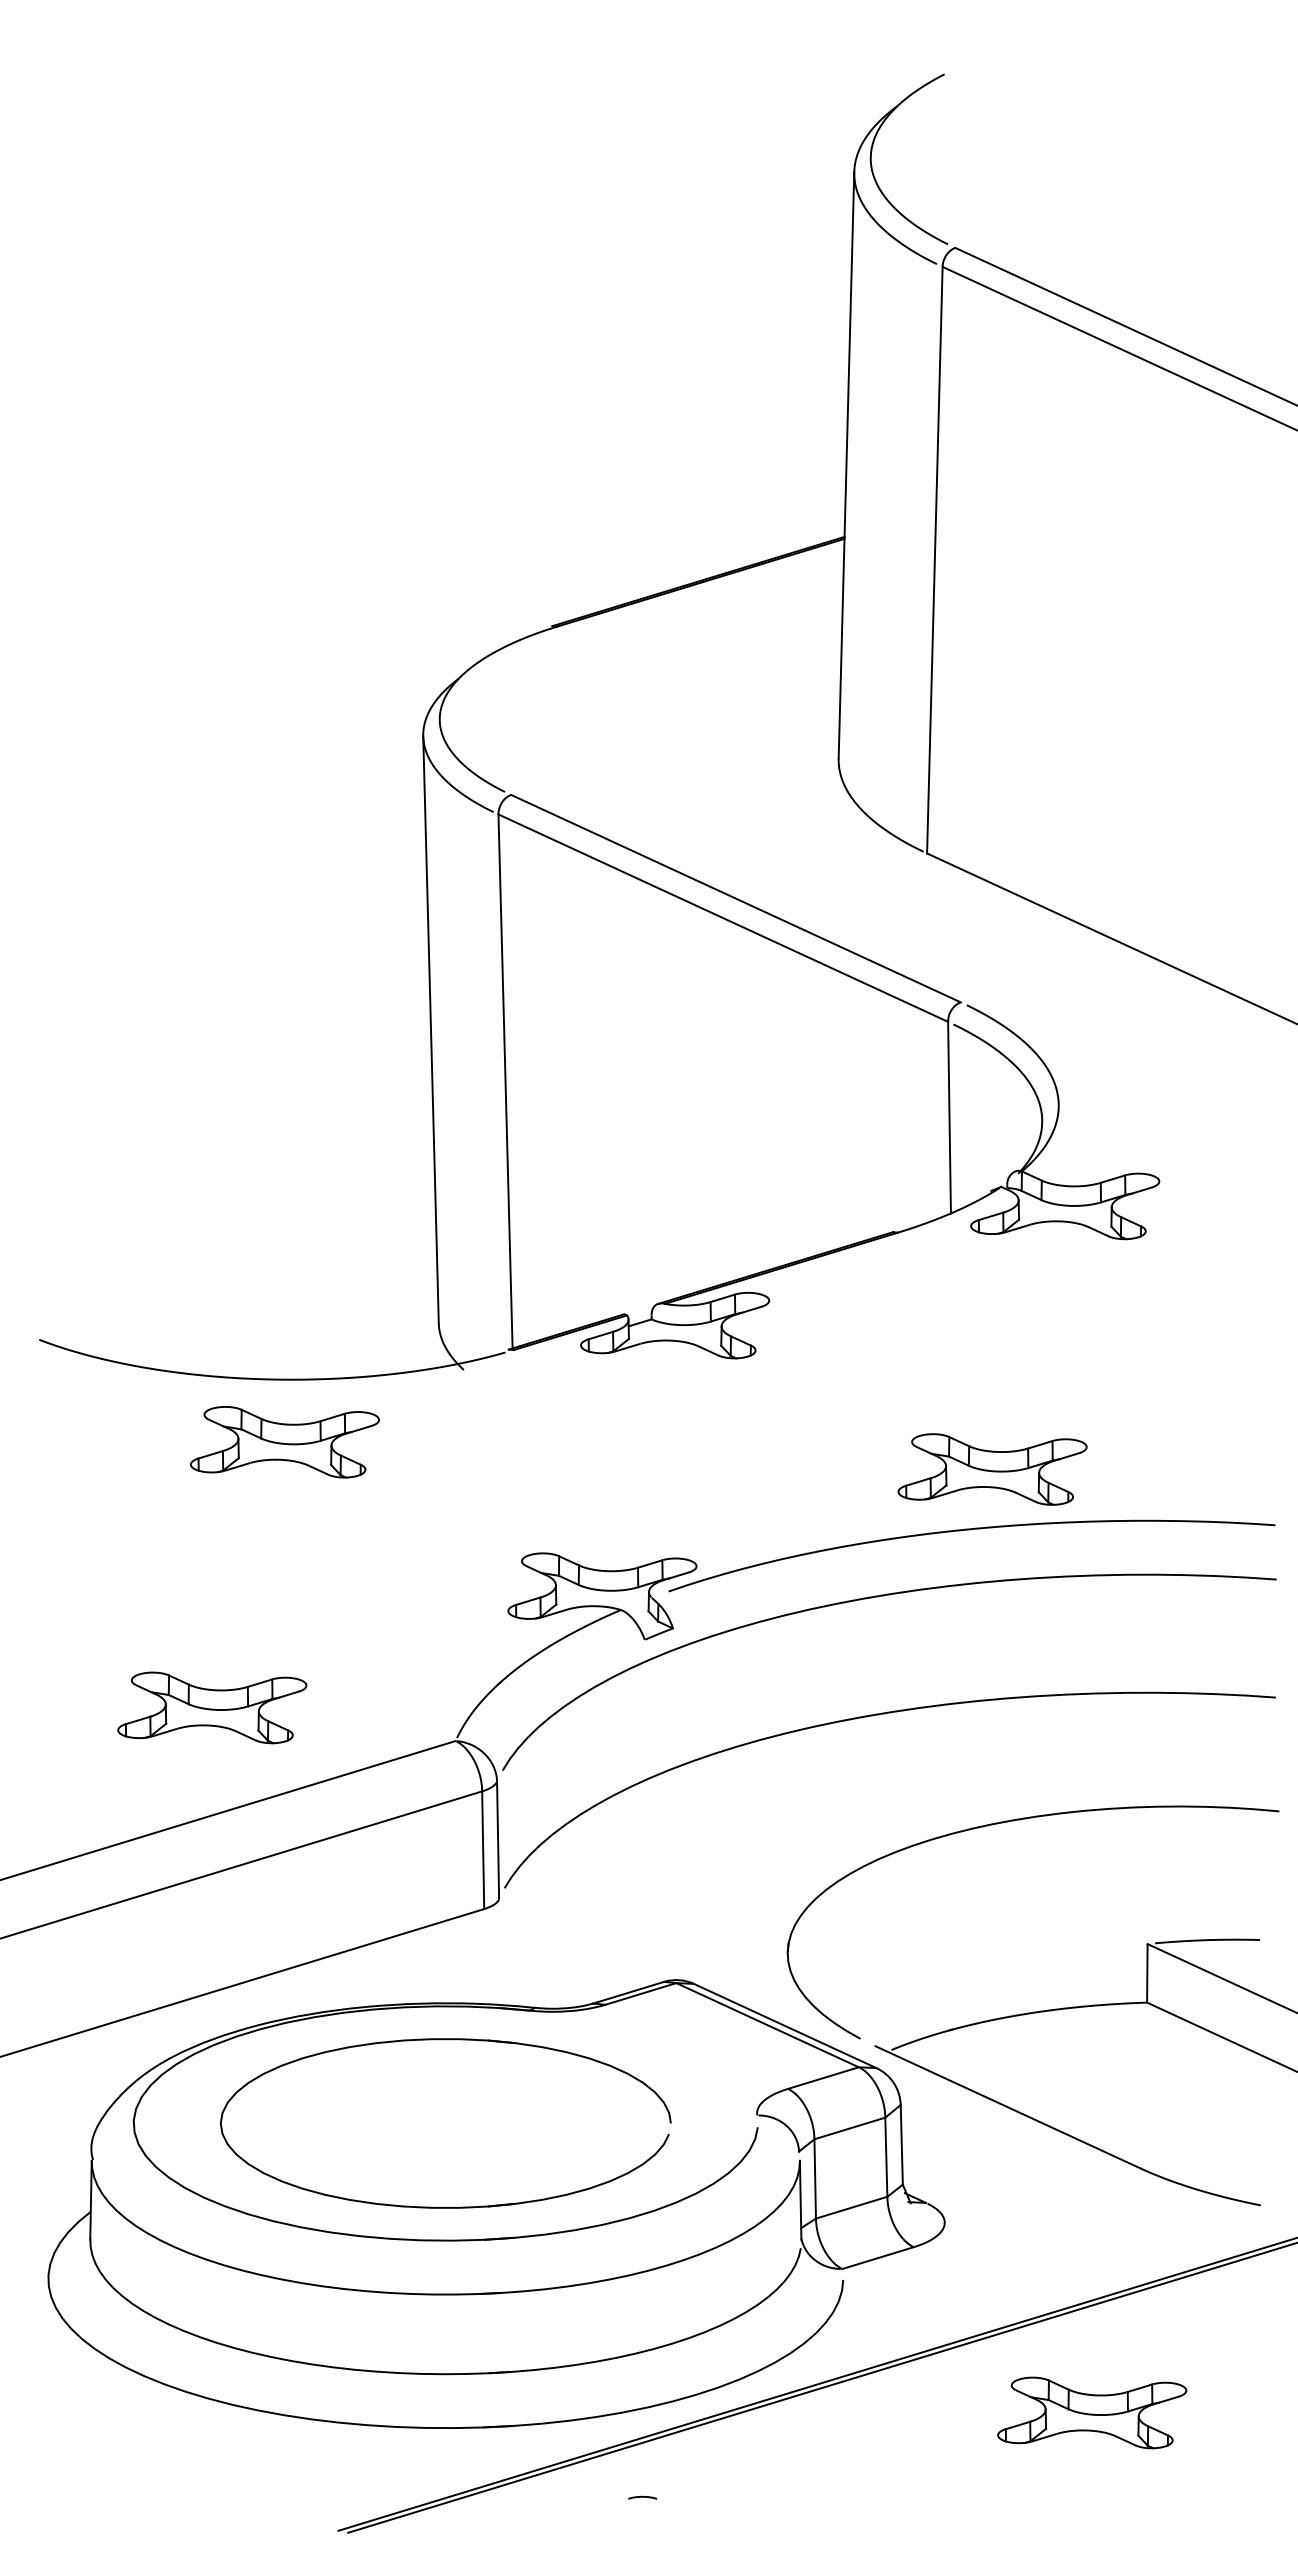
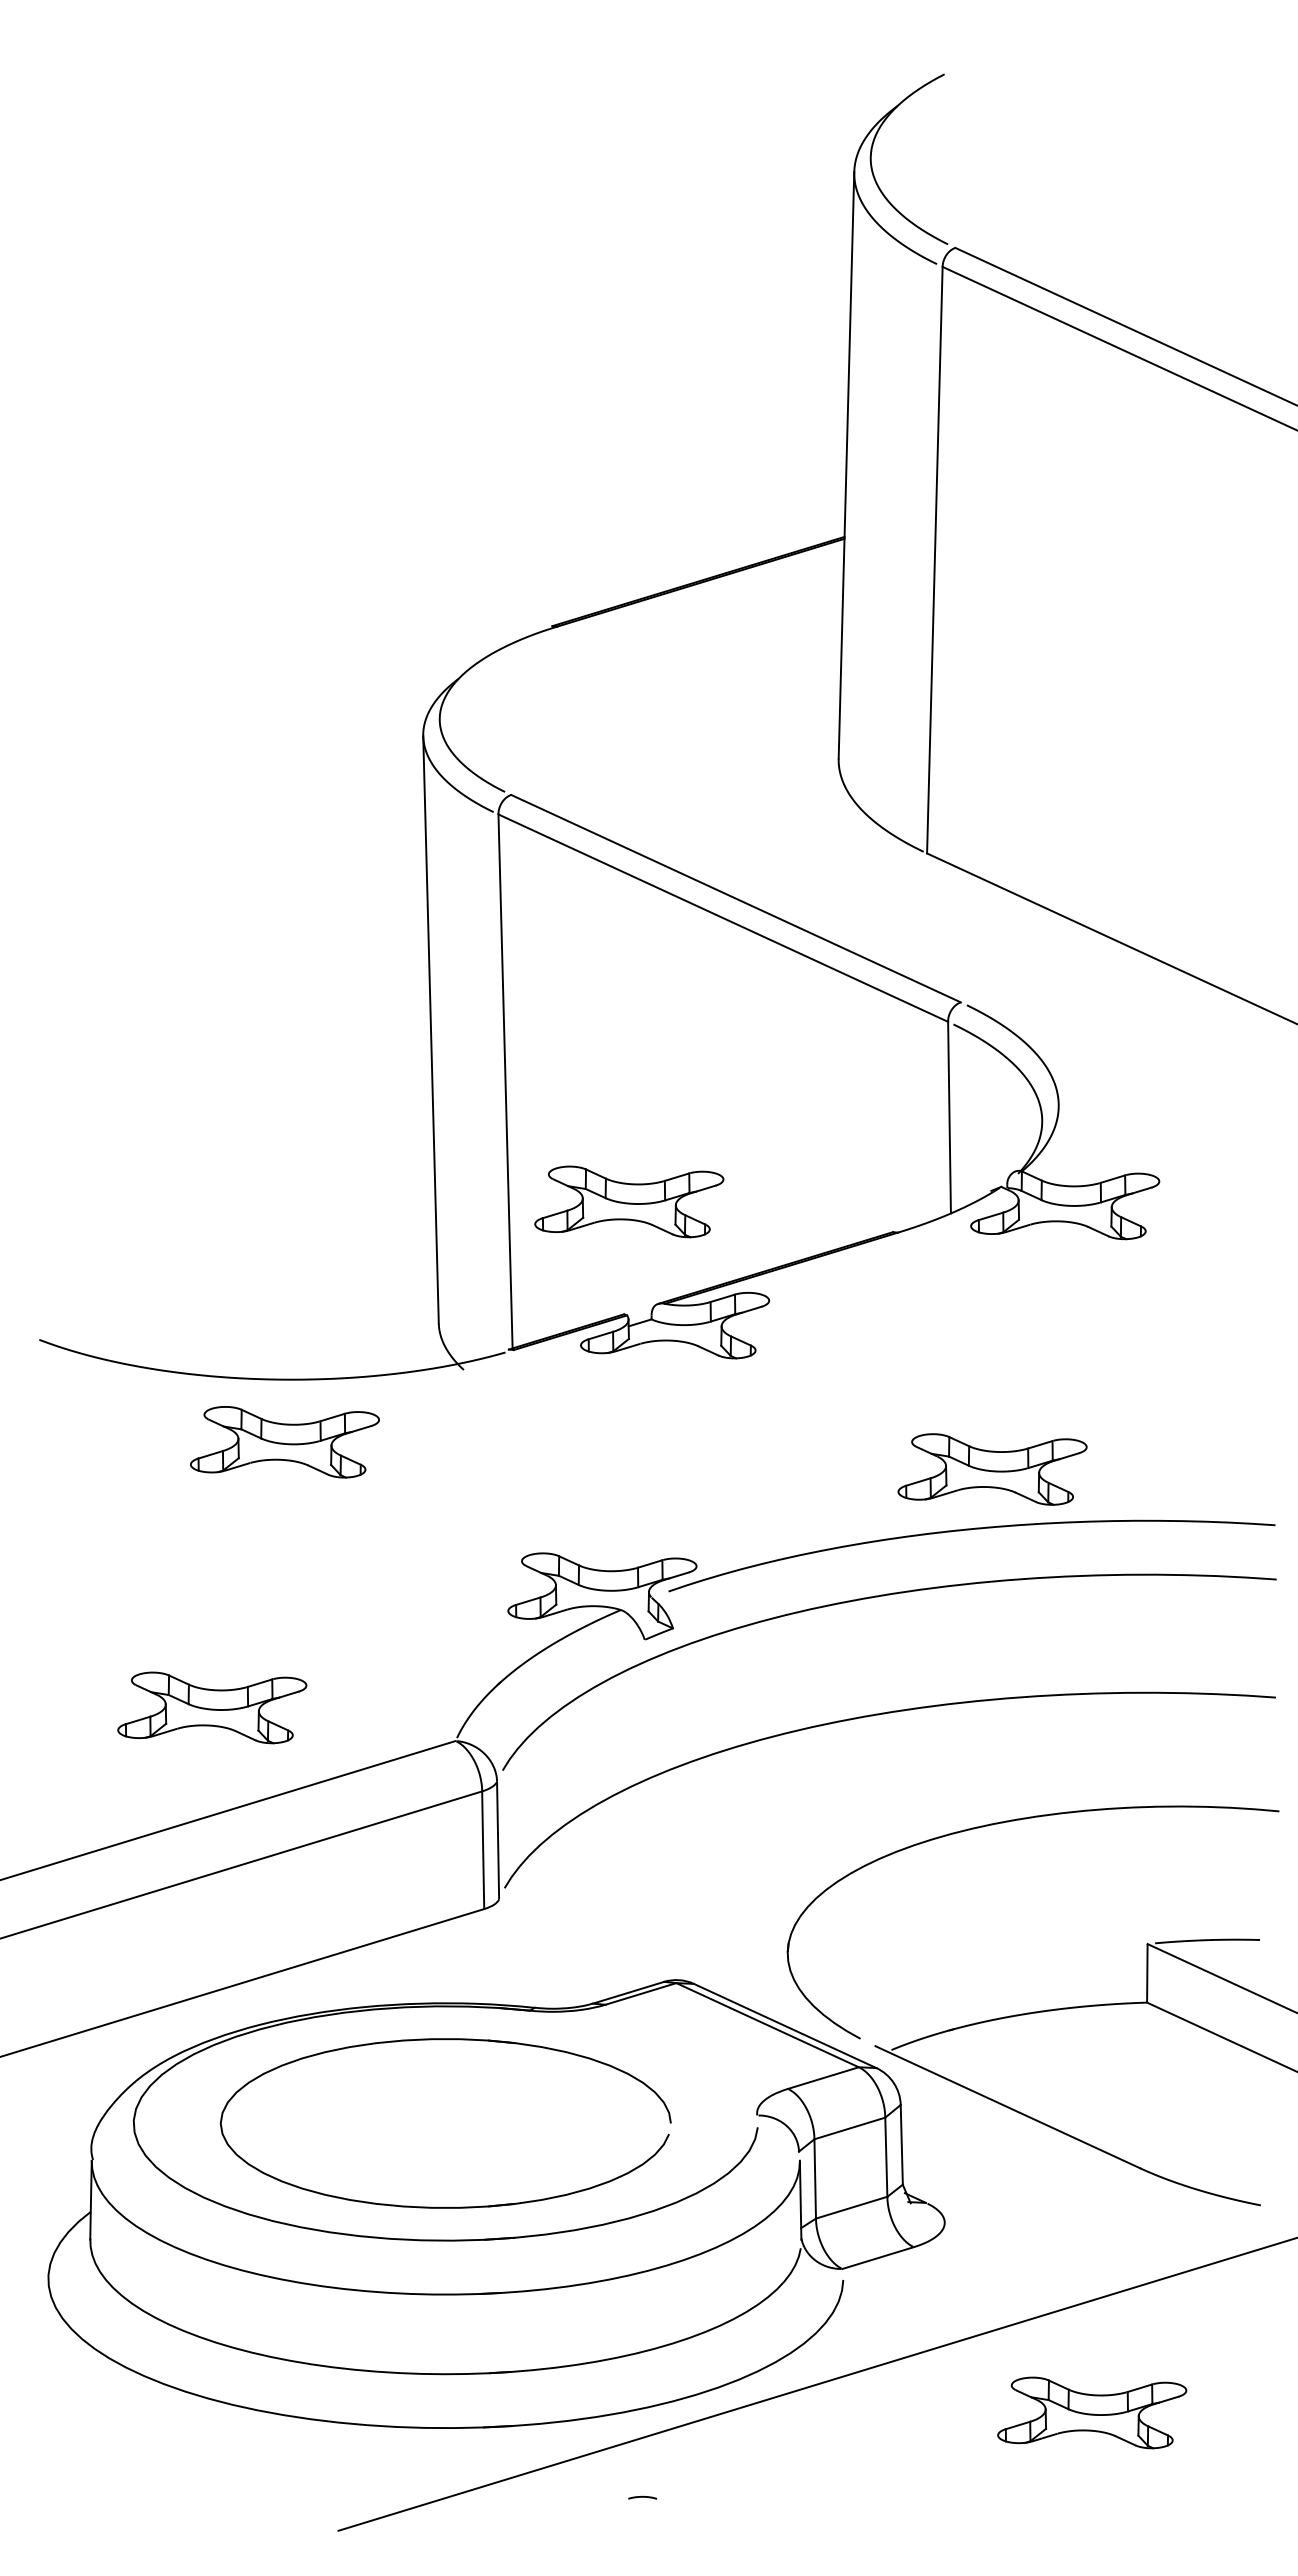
part at (629, 1201): none -> present
line at (821, 2387): present -> none
